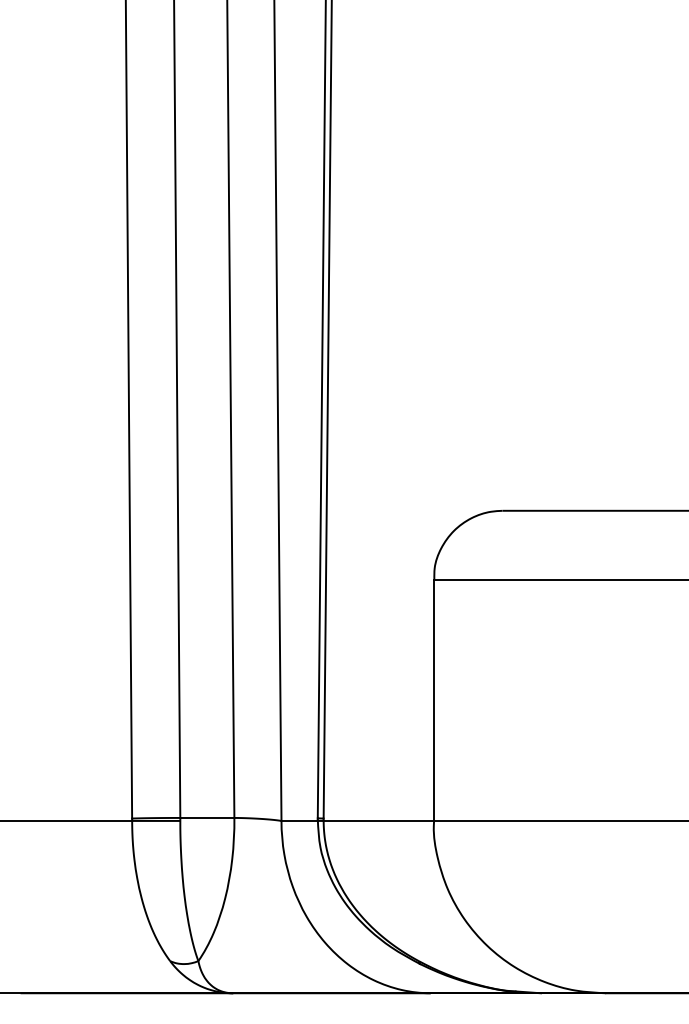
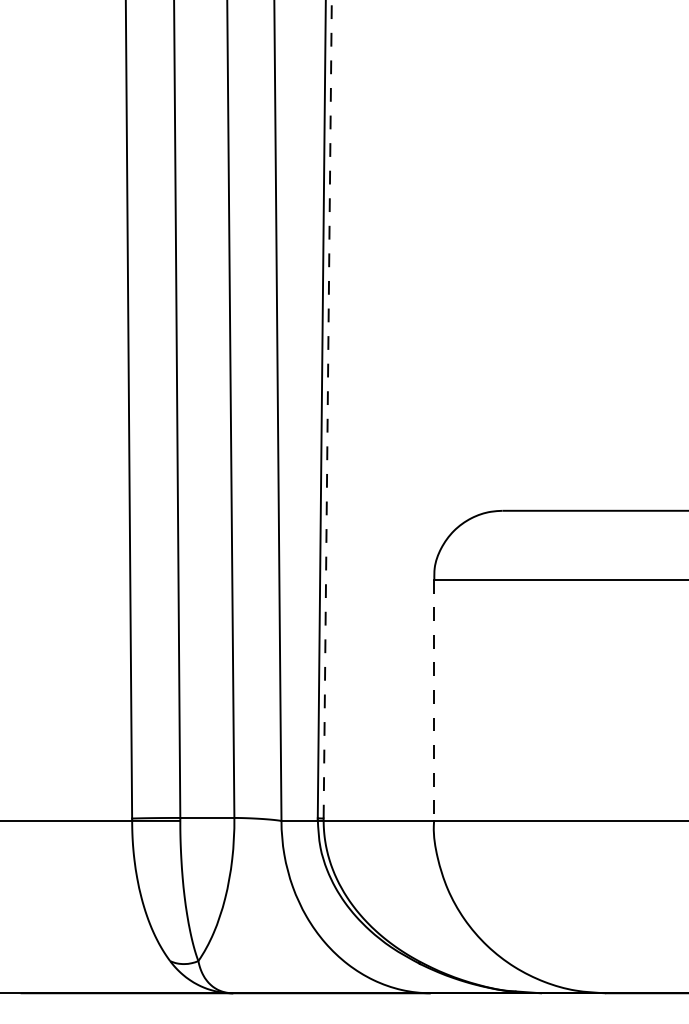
line at (327, 408): solid -> dashed
line at (433, 700): solid -> dashed
